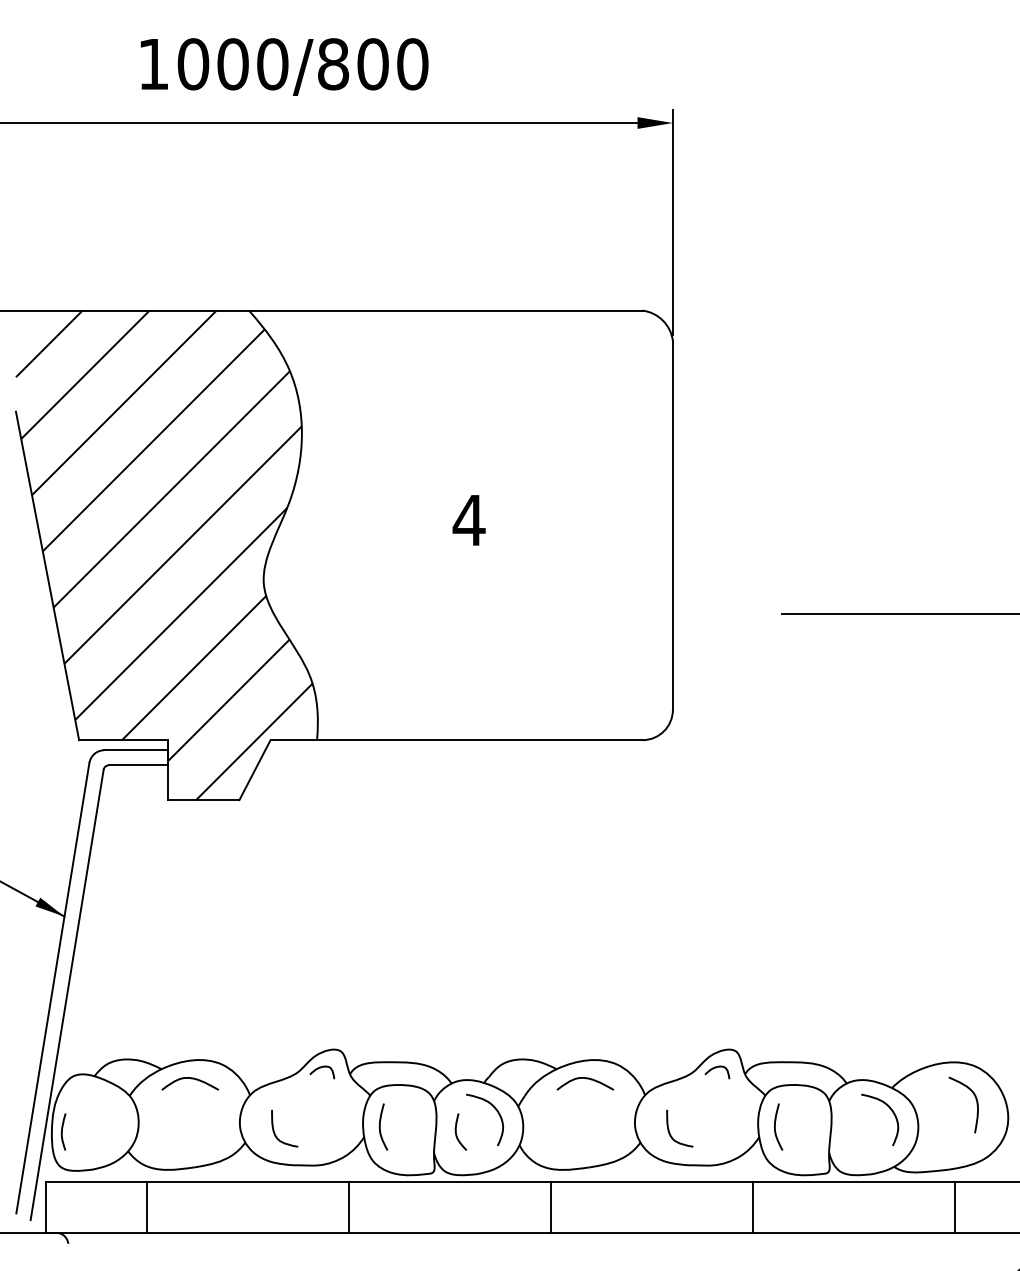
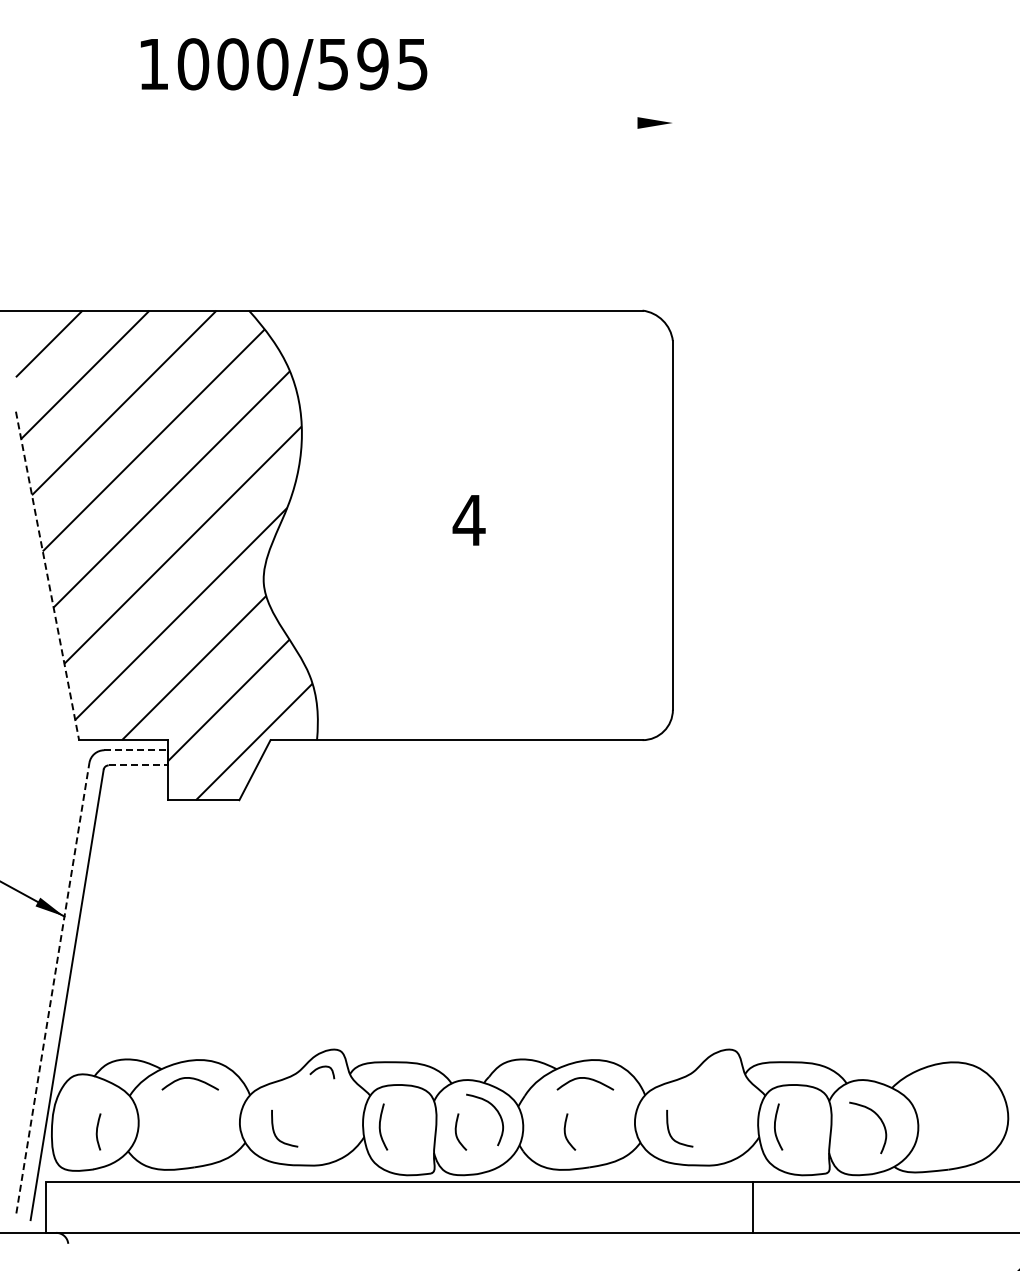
text at (373, 64): 1000/800 -> 1000/595
line at (319, 123): present -> none
line at (672, 222): present -> none
line at (47, 576): solid -> dashed
line at (898, 614): present -> none
line at (135, 750): solid -> dashed
line at (138, 765): solid -> dashed
line at (52, 987): solid -> dashed
curve at (716, 1068): present -> none
curve at (975, 1099): present -> none
curve at (891, 1111) position: (891, 1111) -> (879, 1119)
curve at (62, 1131) position: (62, 1131) -> (97, 1131)
curve at (565, 1131): none -> present
line at (146, 1207): present -> none
line at (348, 1207): present -> none
line at (550, 1207): present -> none
line at (955, 1207): present -> none
